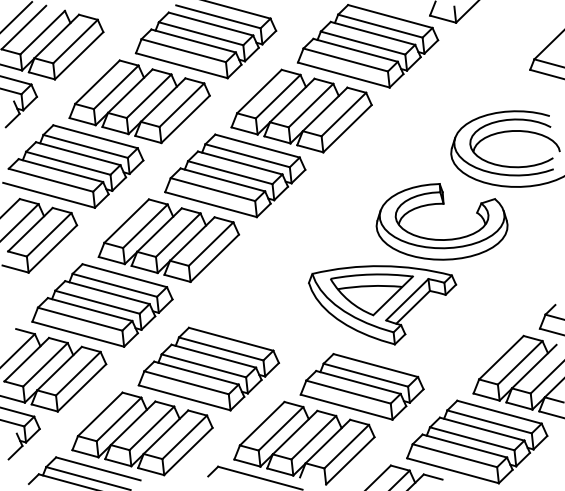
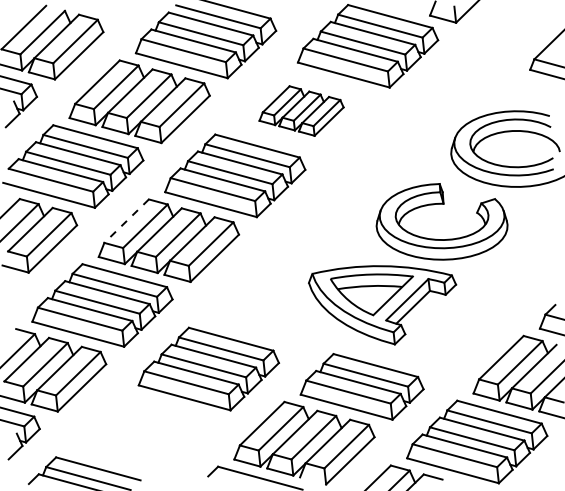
line at (17, 16): present -> none
part at (301, 110) size: 143x86 px -> 87x52 px
line at (126, 221): solid -> dashed
part at (142, 433): present -> none
